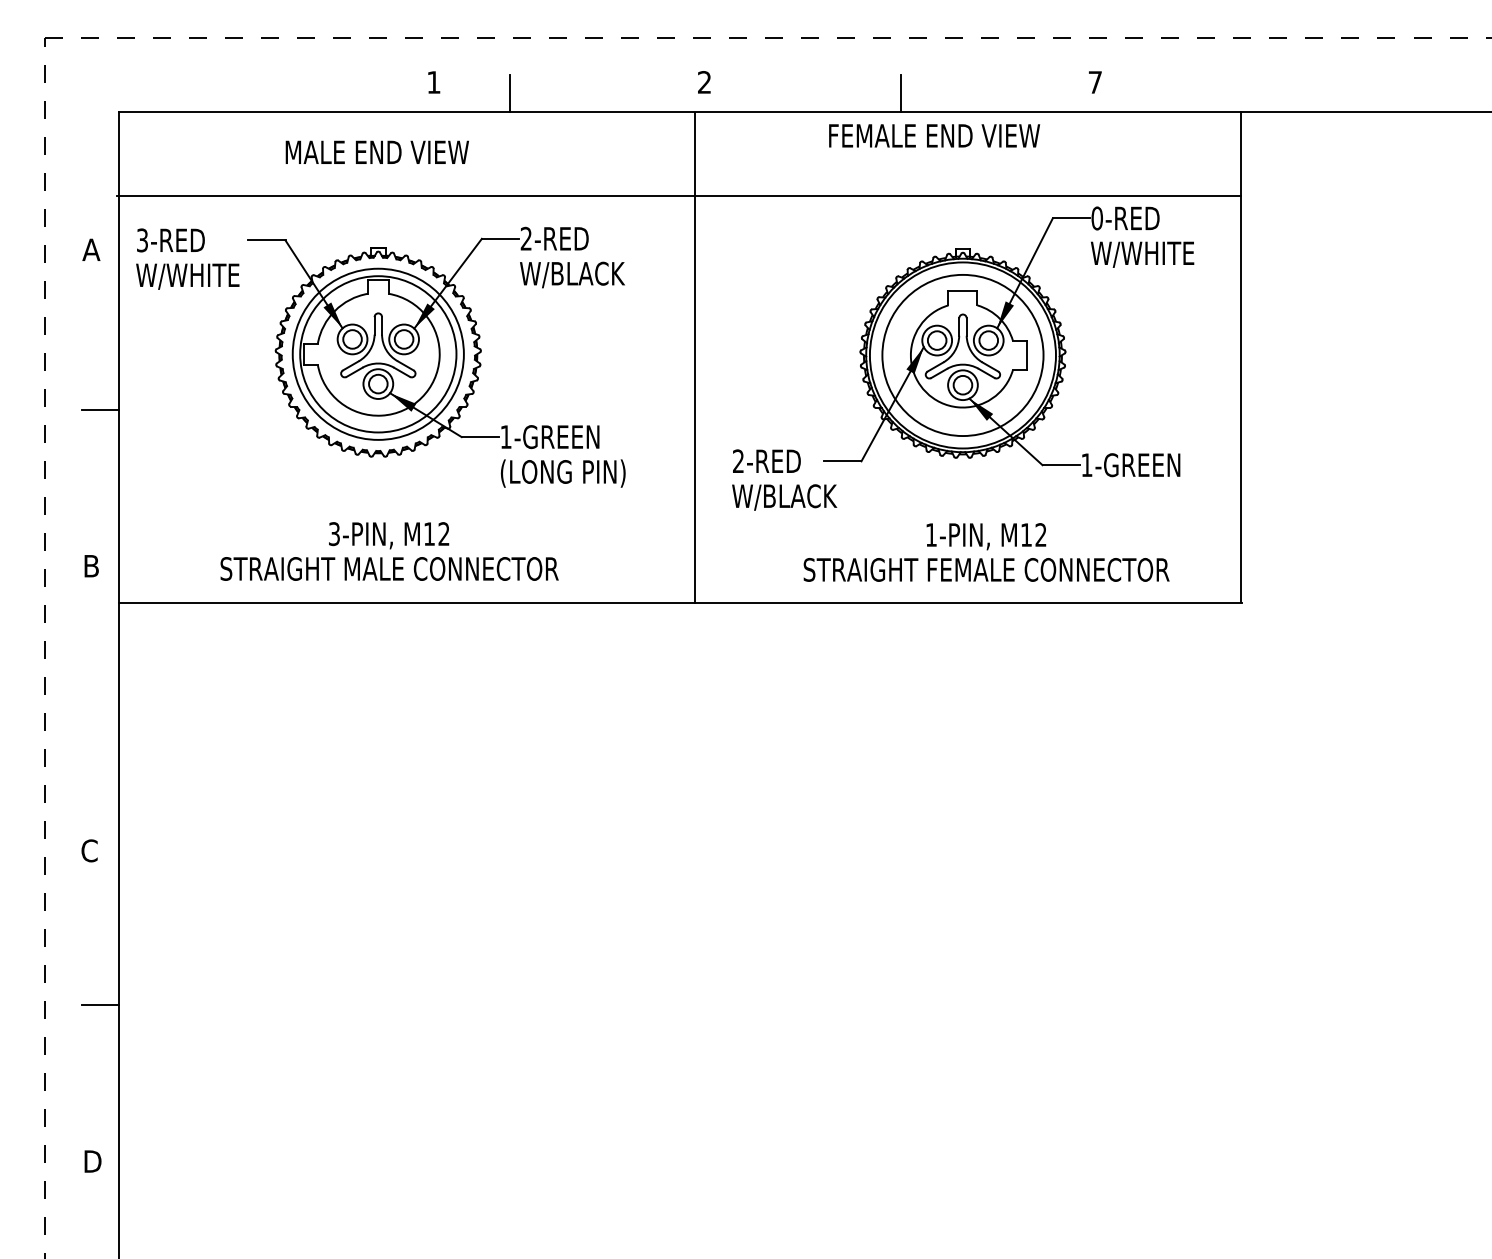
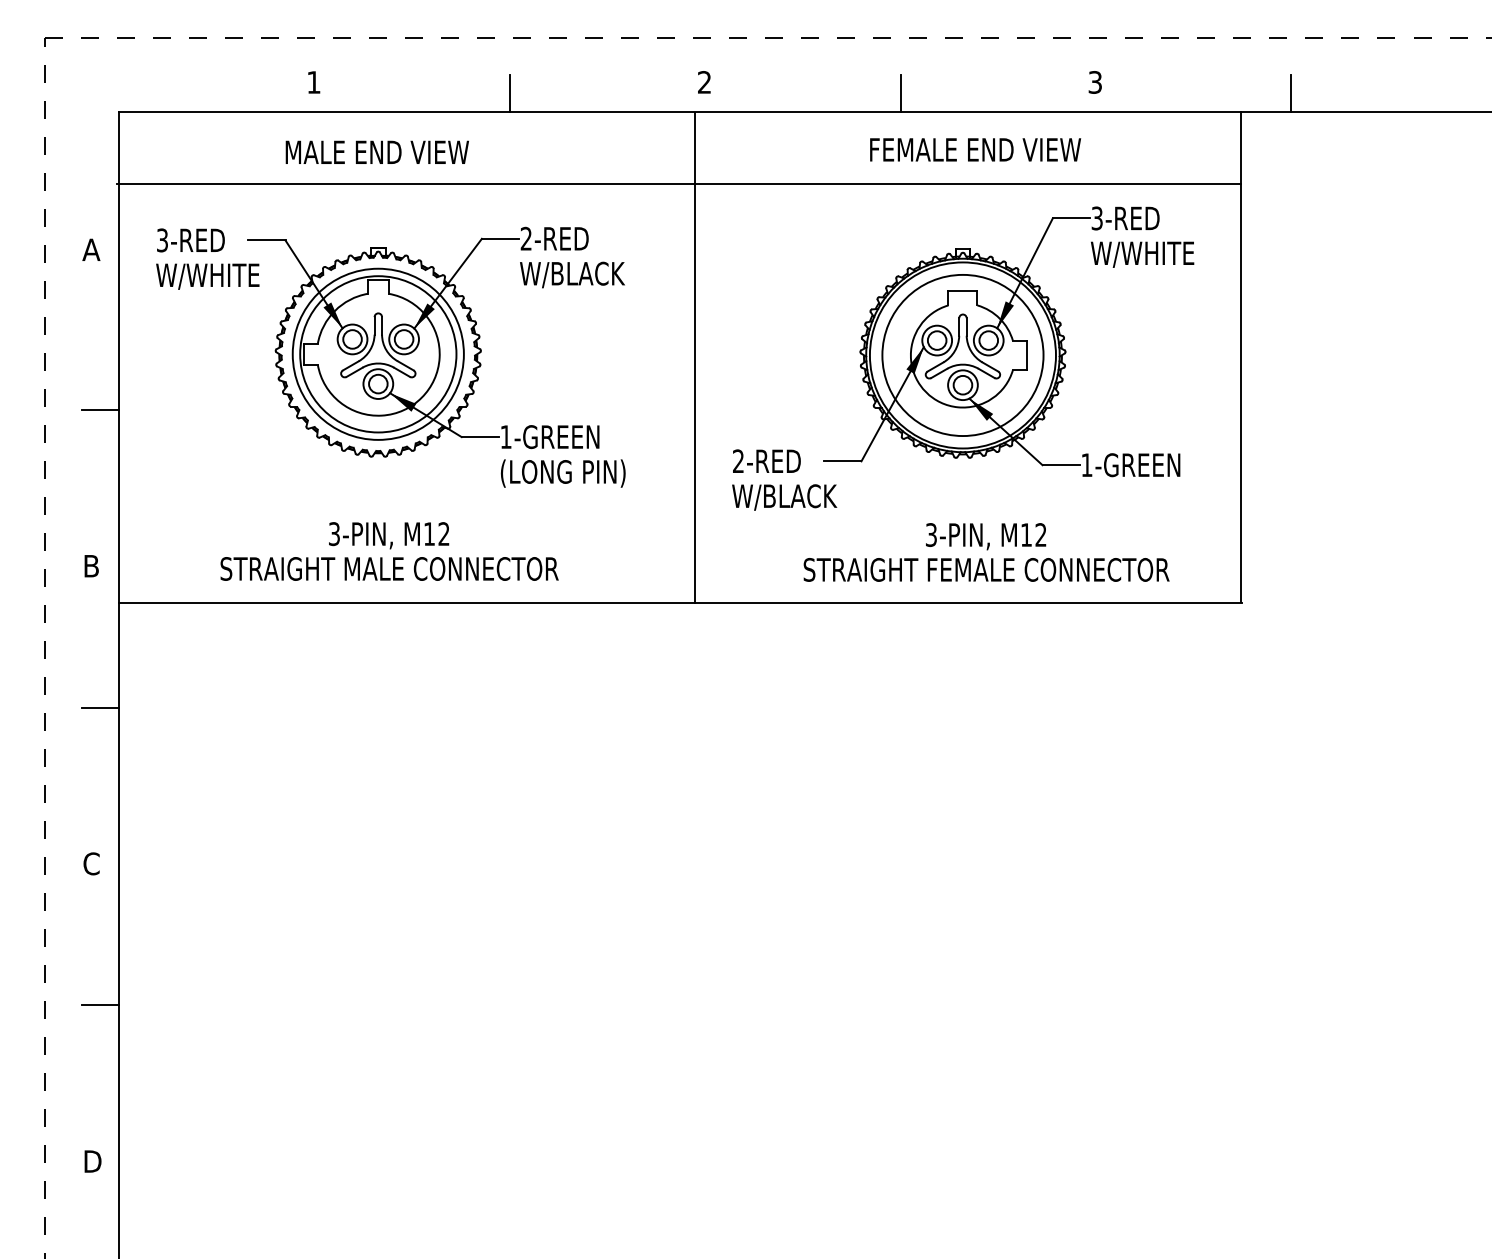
text at (434, 82) position: (434, 82) -> (314, 82)
text at (1094, 82): 7 -> 3
line at (1291, 93): none -> present
text at (934, 135) position: (934, 135) -> (975, 149)
line at (678, 196) position: (678, 196) -> (678, 184)
text at (1096, 218): 0-RED -> 3-RED
text at (187, 258) position: (187, 258) -> (207, 258)
text at (931, 535): 1-PIN, -> 3-PIN,
line at (100, 707): none -> present
text at (89, 850) position: (89, 850) -> (91, 863)
